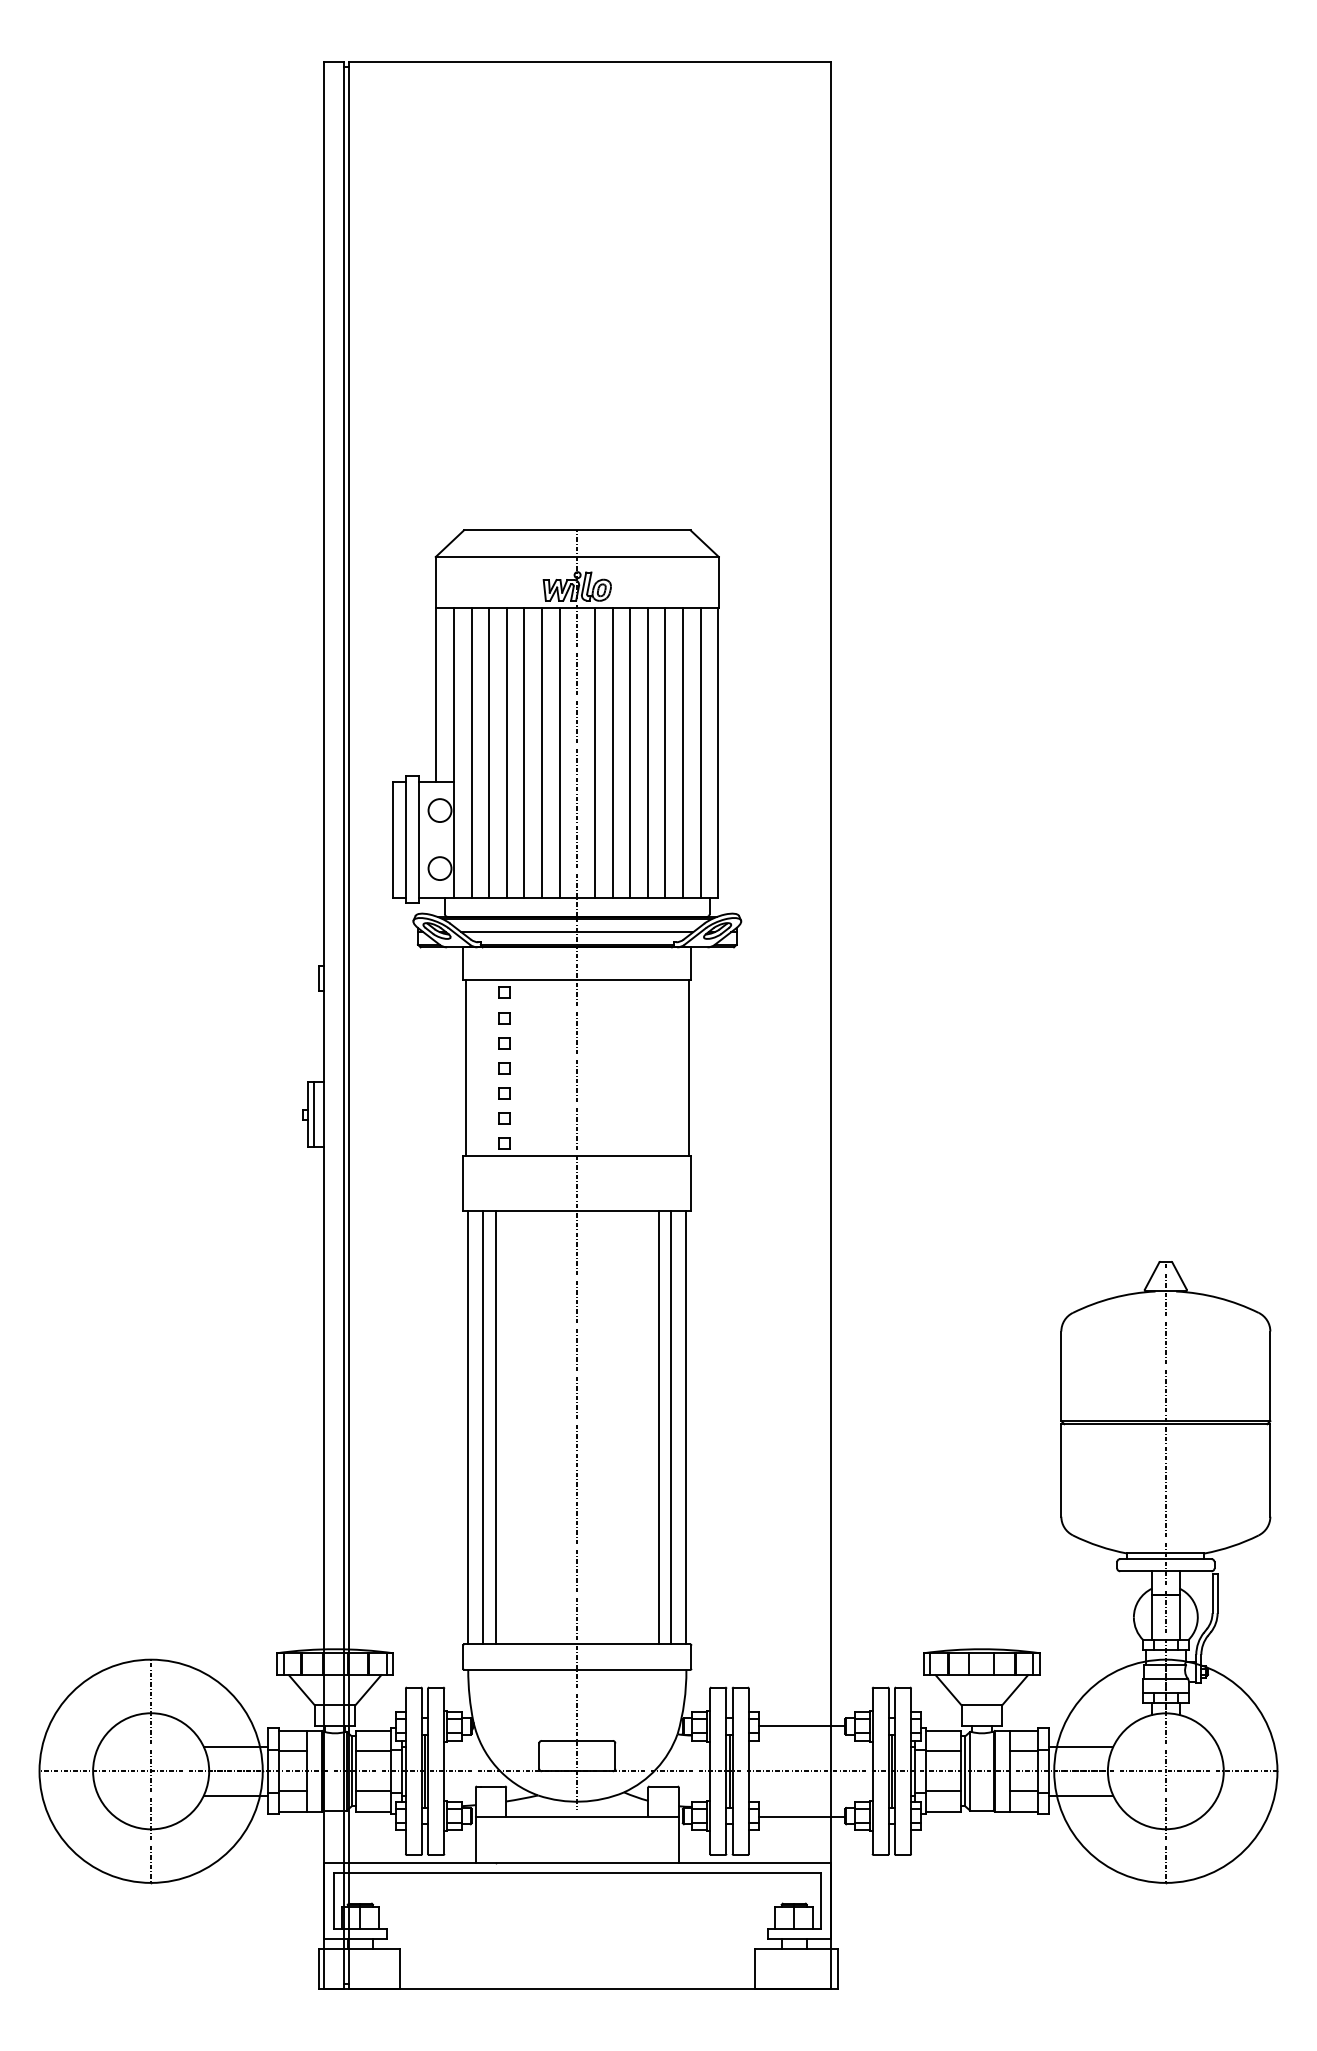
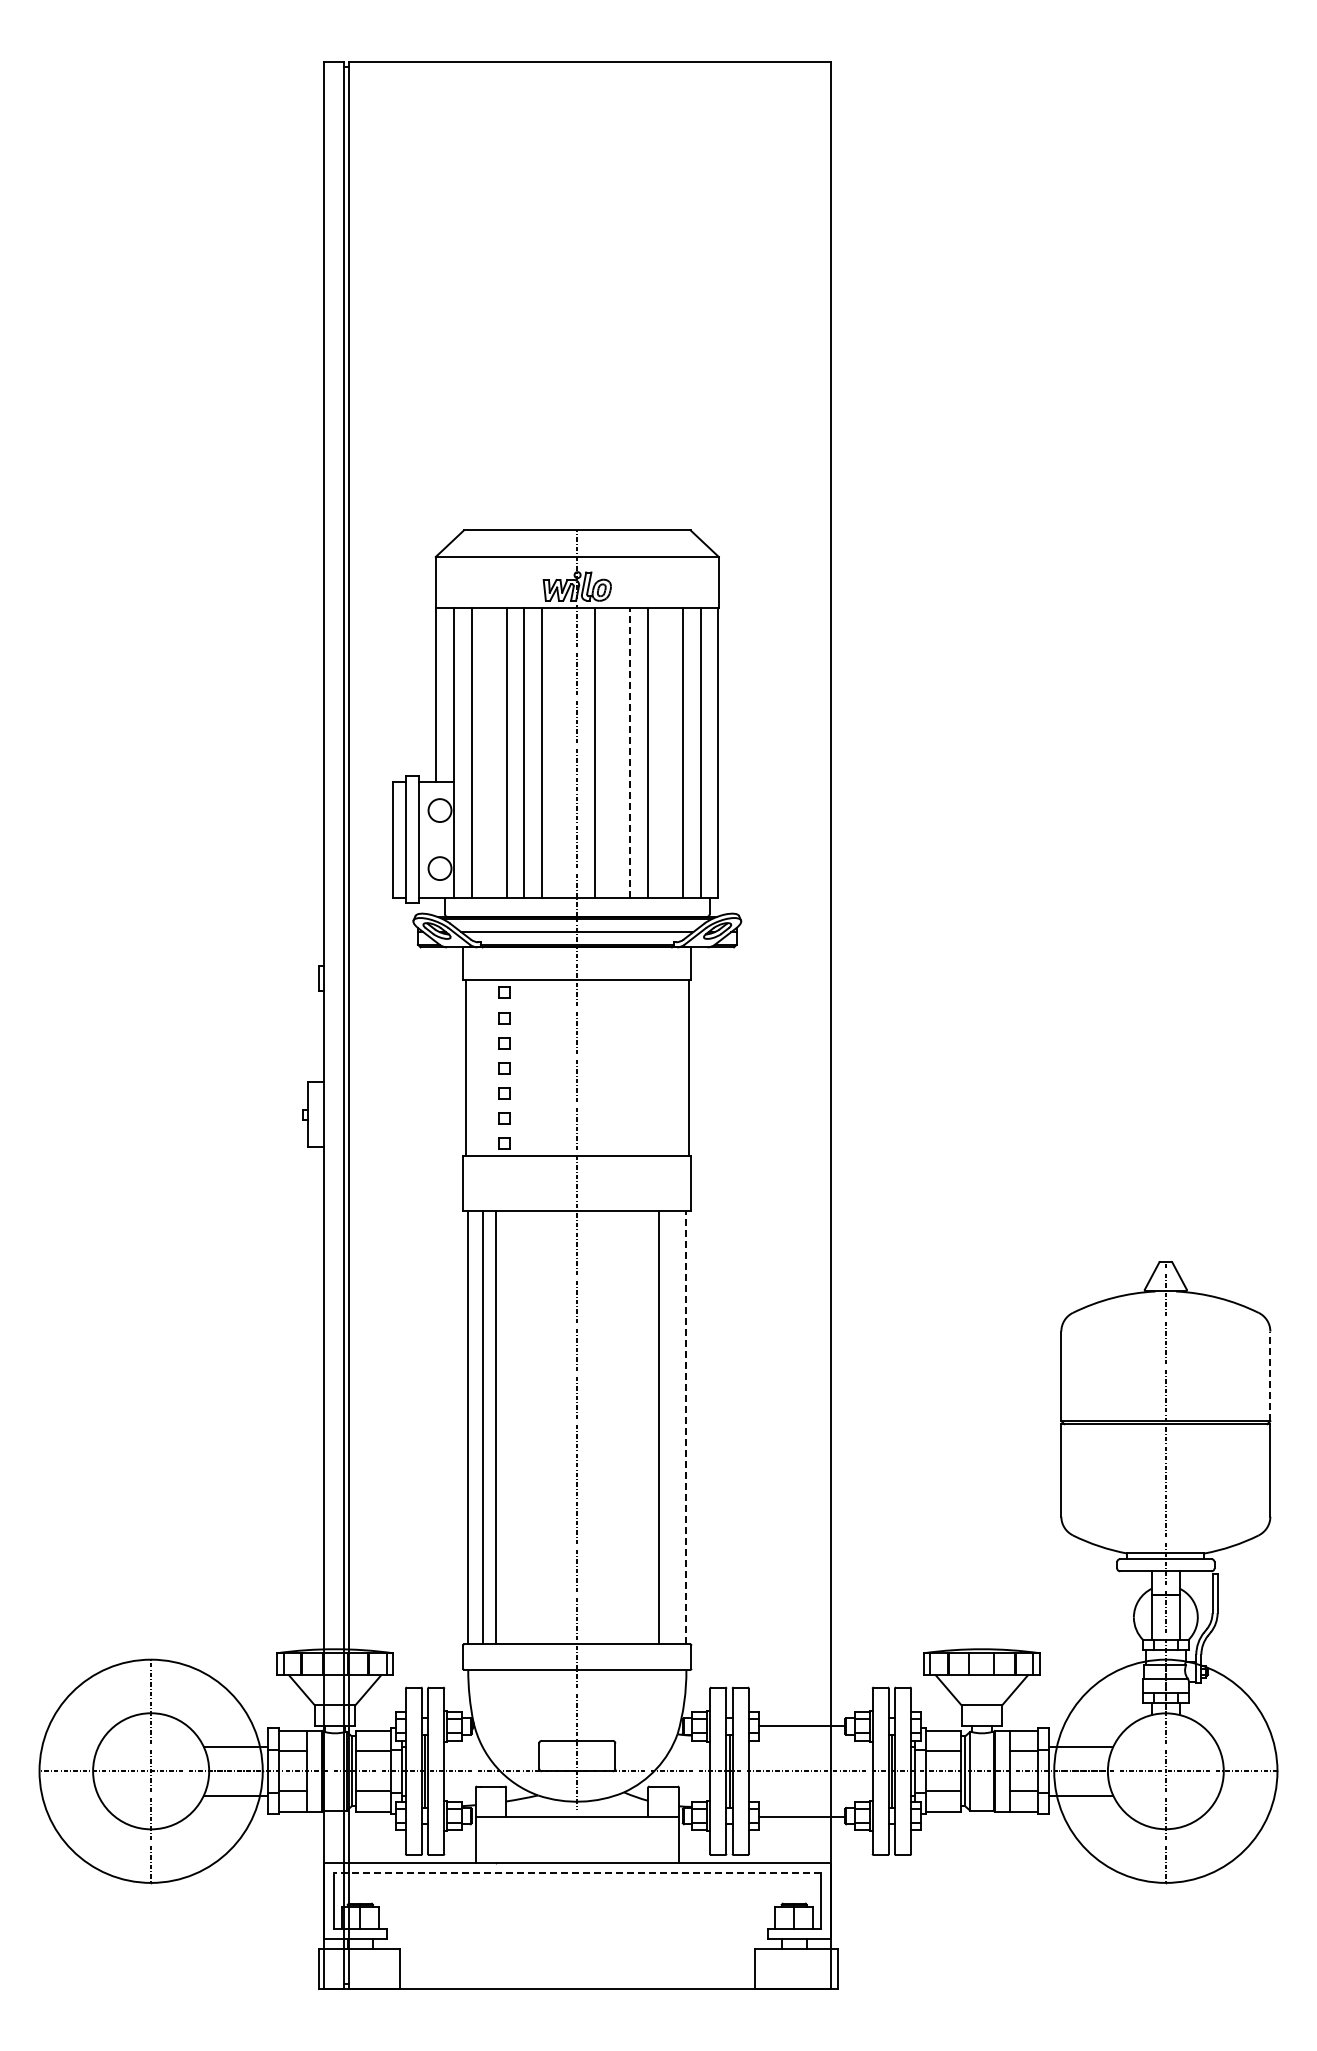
line at (489, 752): present -> none
line at (559, 752): present -> none
line at (612, 752): present -> none
line at (630, 752): solid -> dashed
line at (665, 752): present -> none
line at (313, 1114): present -> none
line at (1270, 1376): solid -> dashed
line at (671, 1427): present -> none
line at (686, 1427): solid -> dashed
line at (576, 1872): solid -> dashed
